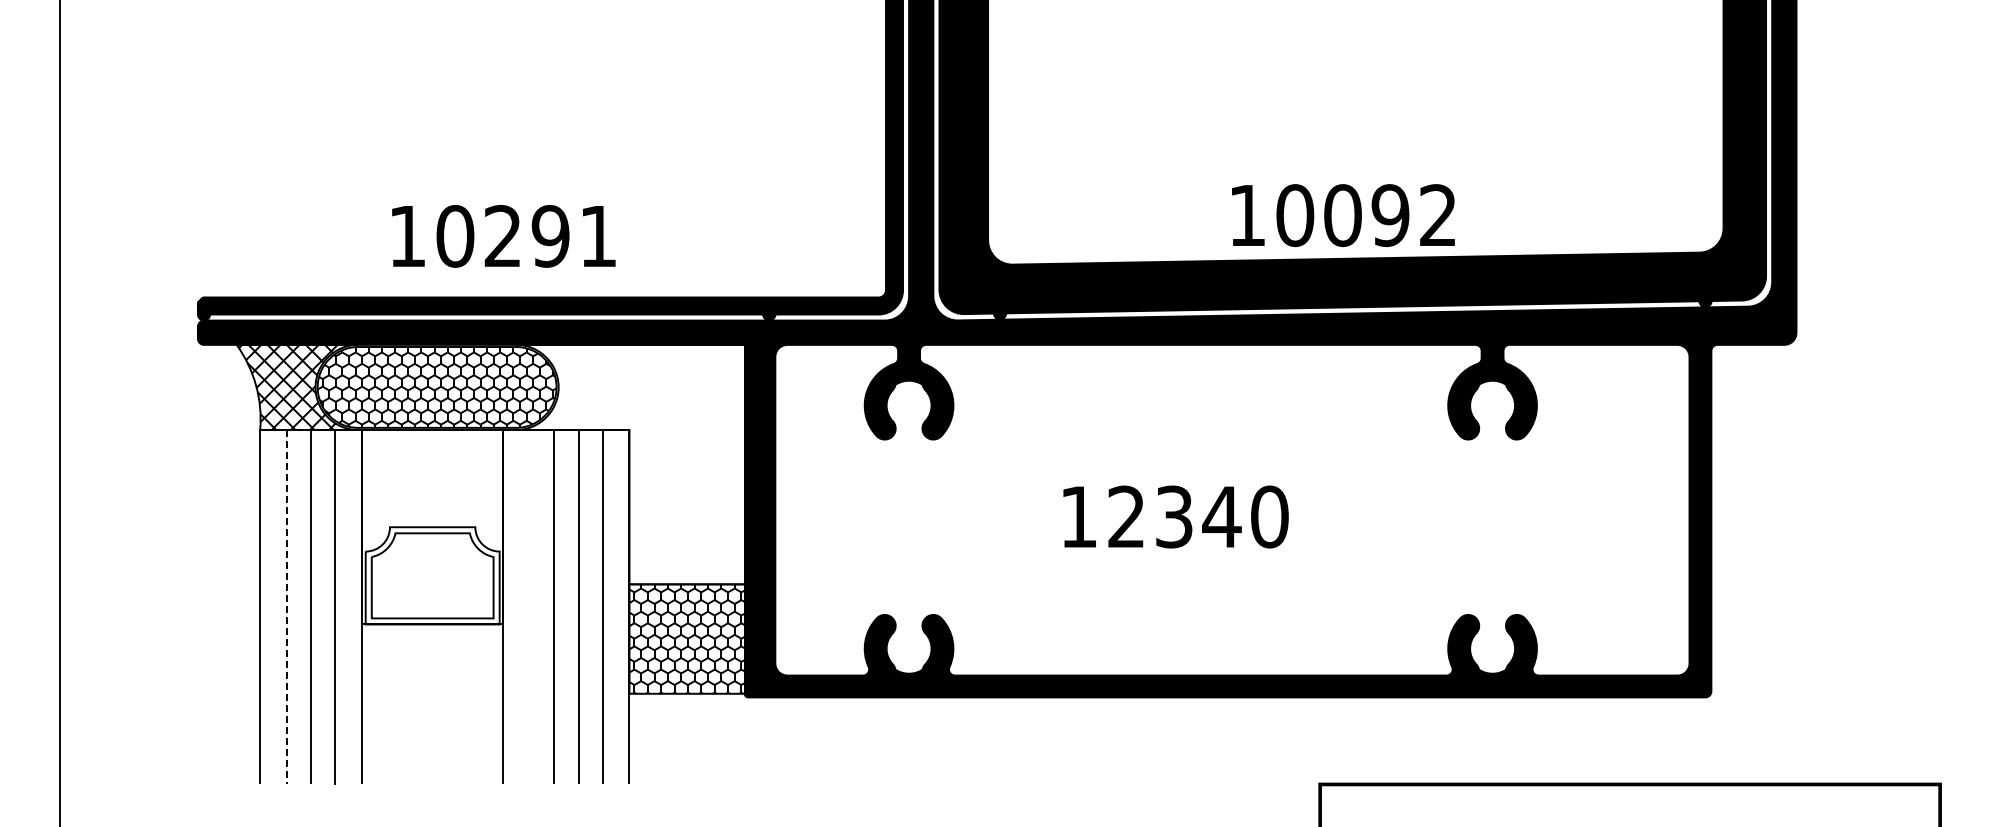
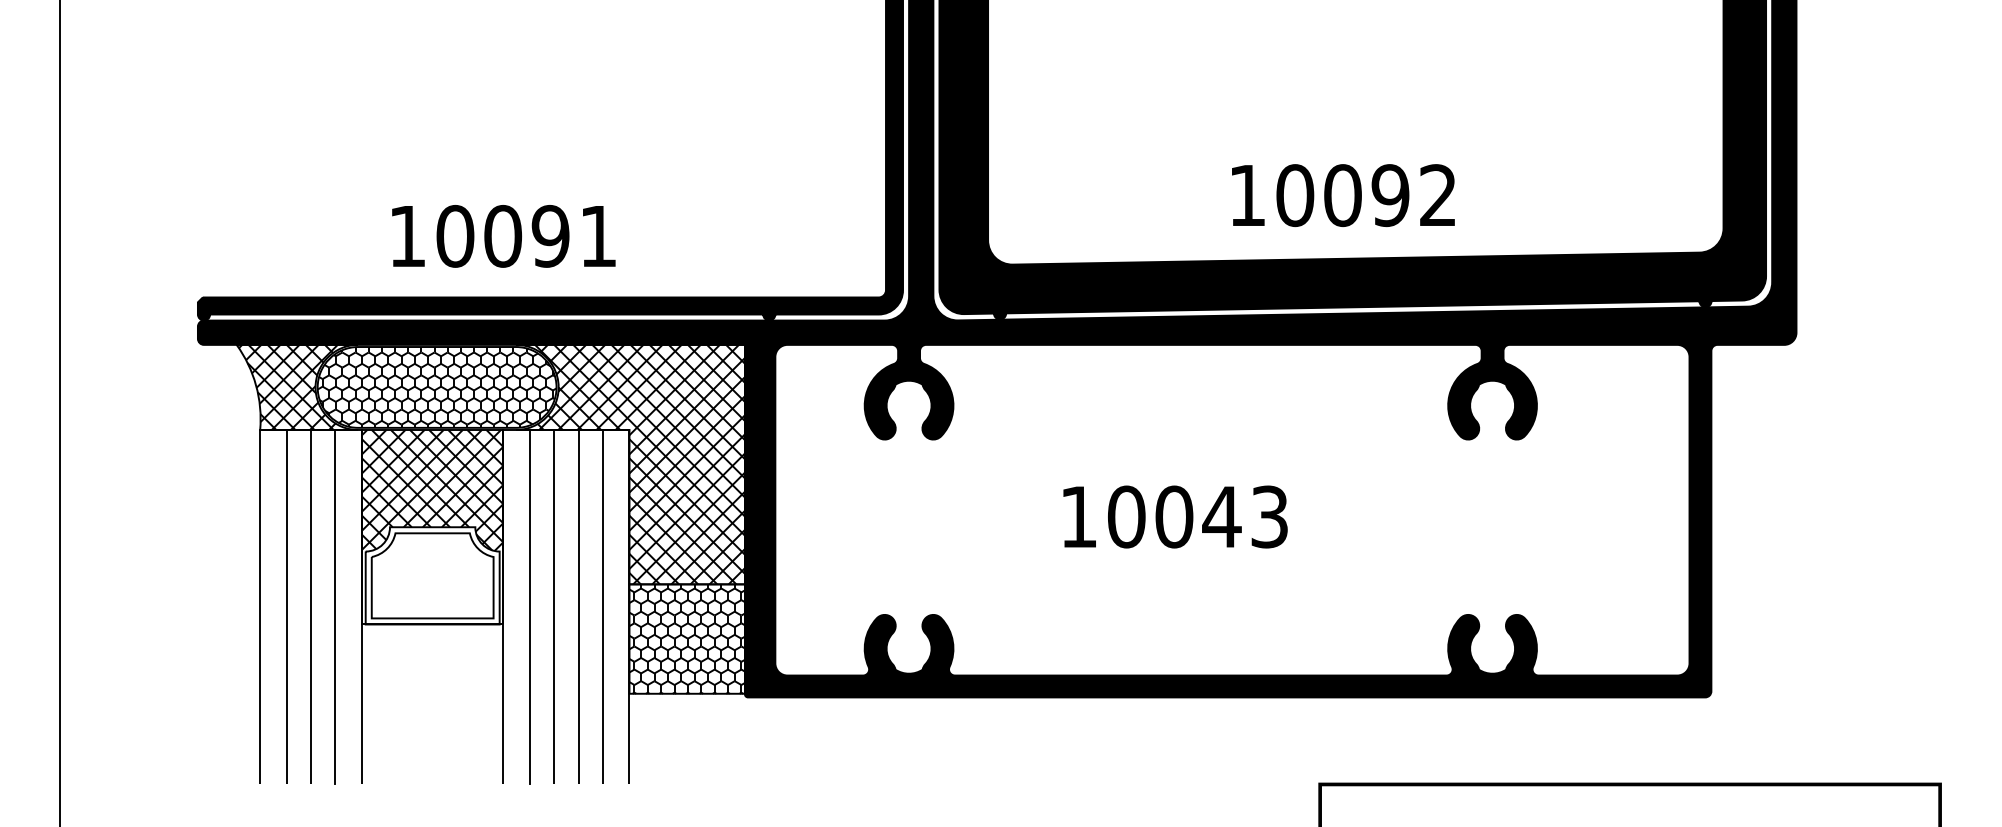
text at (1343, 215) position: (1343, 215) -> (1343, 195)
text at (503, 236): 10291 -> 10091
hatch at (629, 464): none -> present
hatch at (432, 490): none -> present
text at (1198, 516): 12340 -> 10043
line at (529, 606): none -> present
line at (286, 607): dashed -> solid
